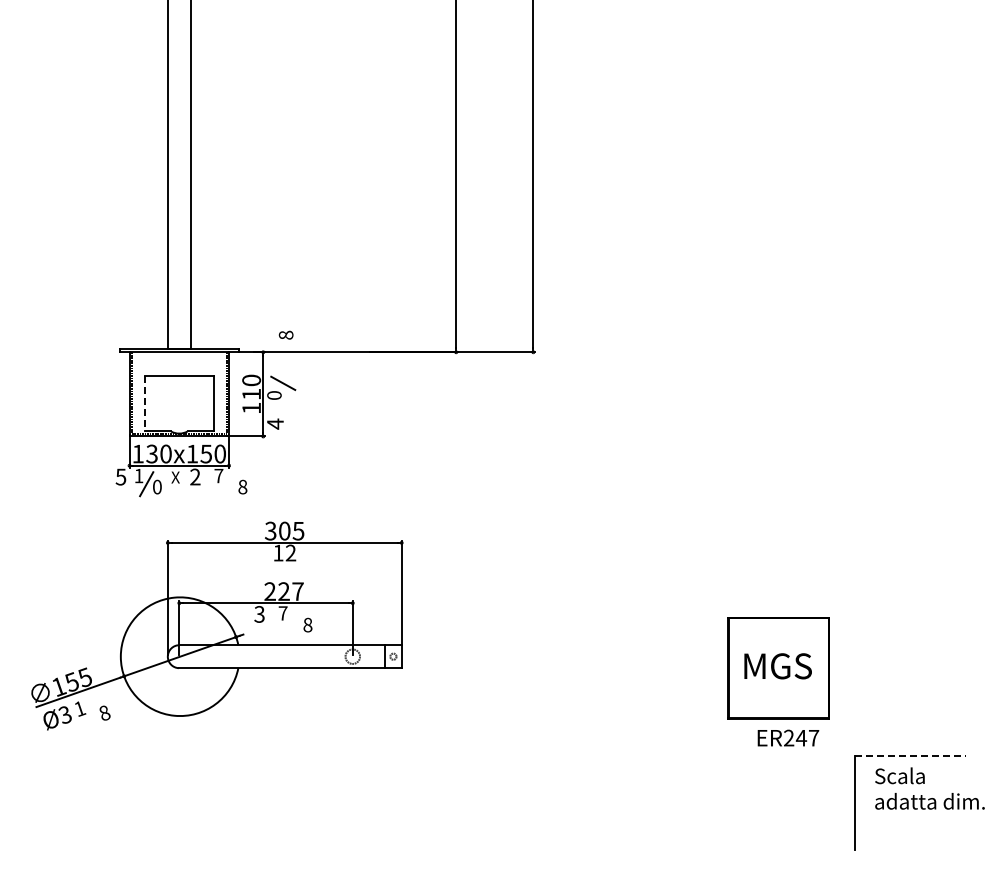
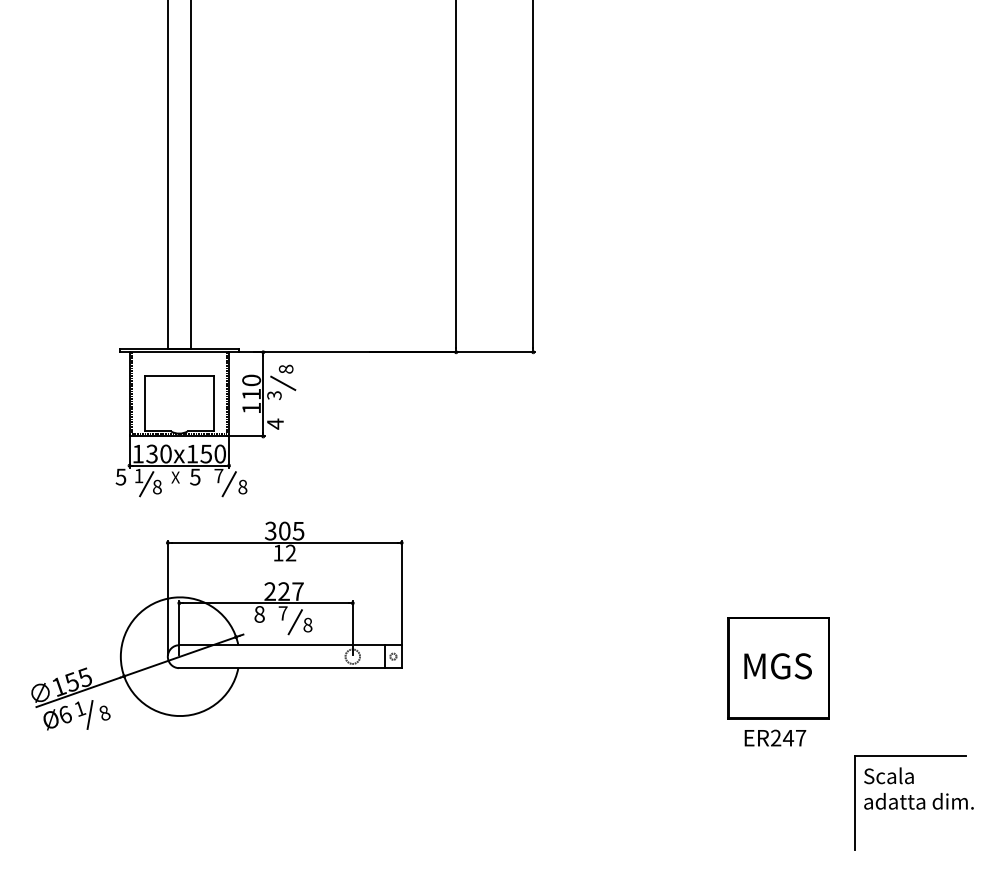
text at (285, 334) position: (285, 334) -> (285, 368)
text at (274, 395): 0 -> 3
line at (144, 403): dashed -> solid
text at (195, 476): 2 -> 5
line at (228, 484): none -> present
text at (157, 487): 0 -> 8
text at (259, 614): 3 -> 8
line at (294, 622): none -> present
text at (64, 714): Ø3 -> Ø6
line at (89, 714): none -> present
text at (788, 737) position: (788, 737) -> (775, 737)
line at (911, 756): dashed -> solid
text at (929, 788) position: (929, 788) -> (918, 788)
